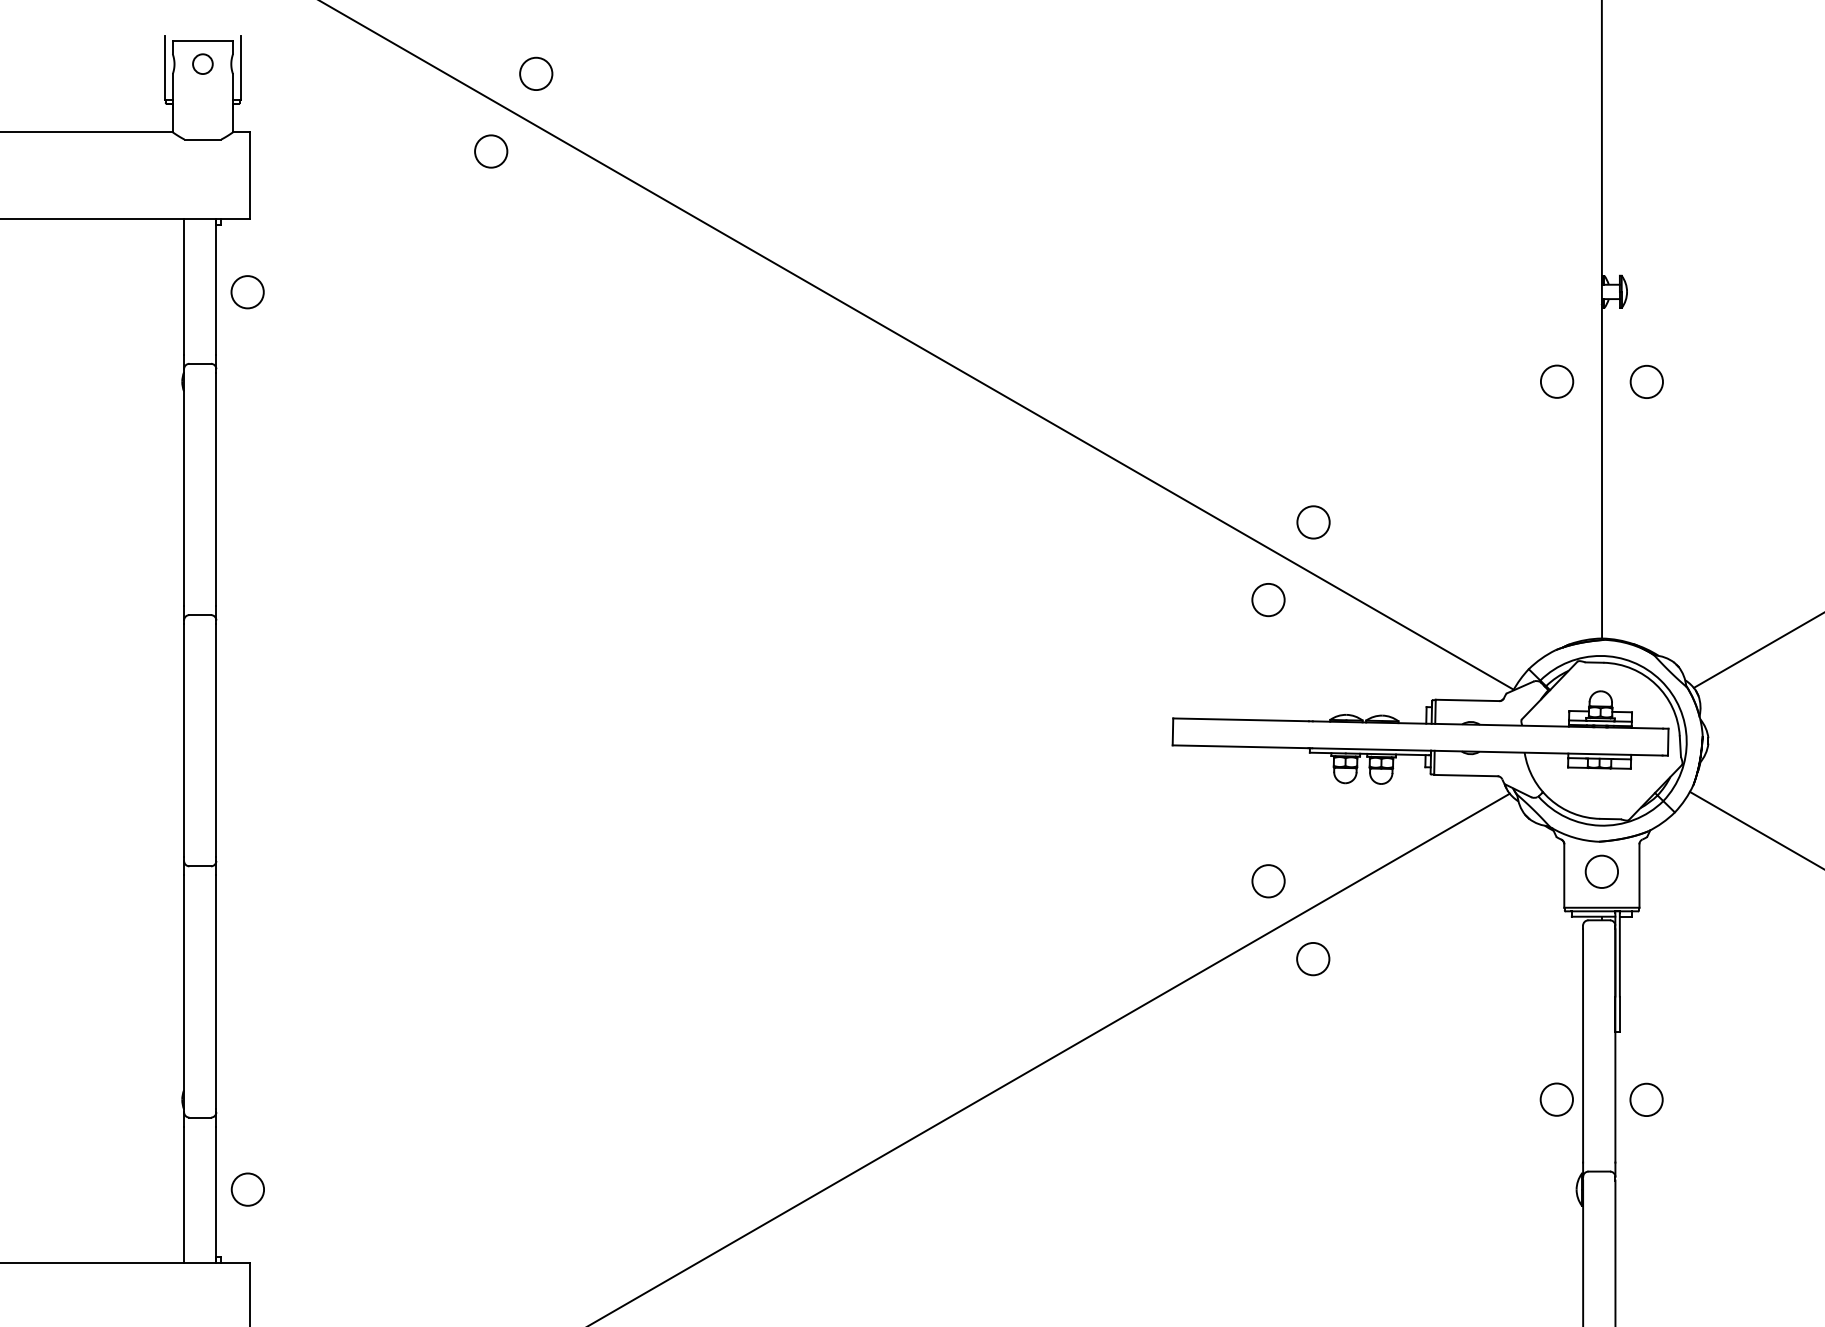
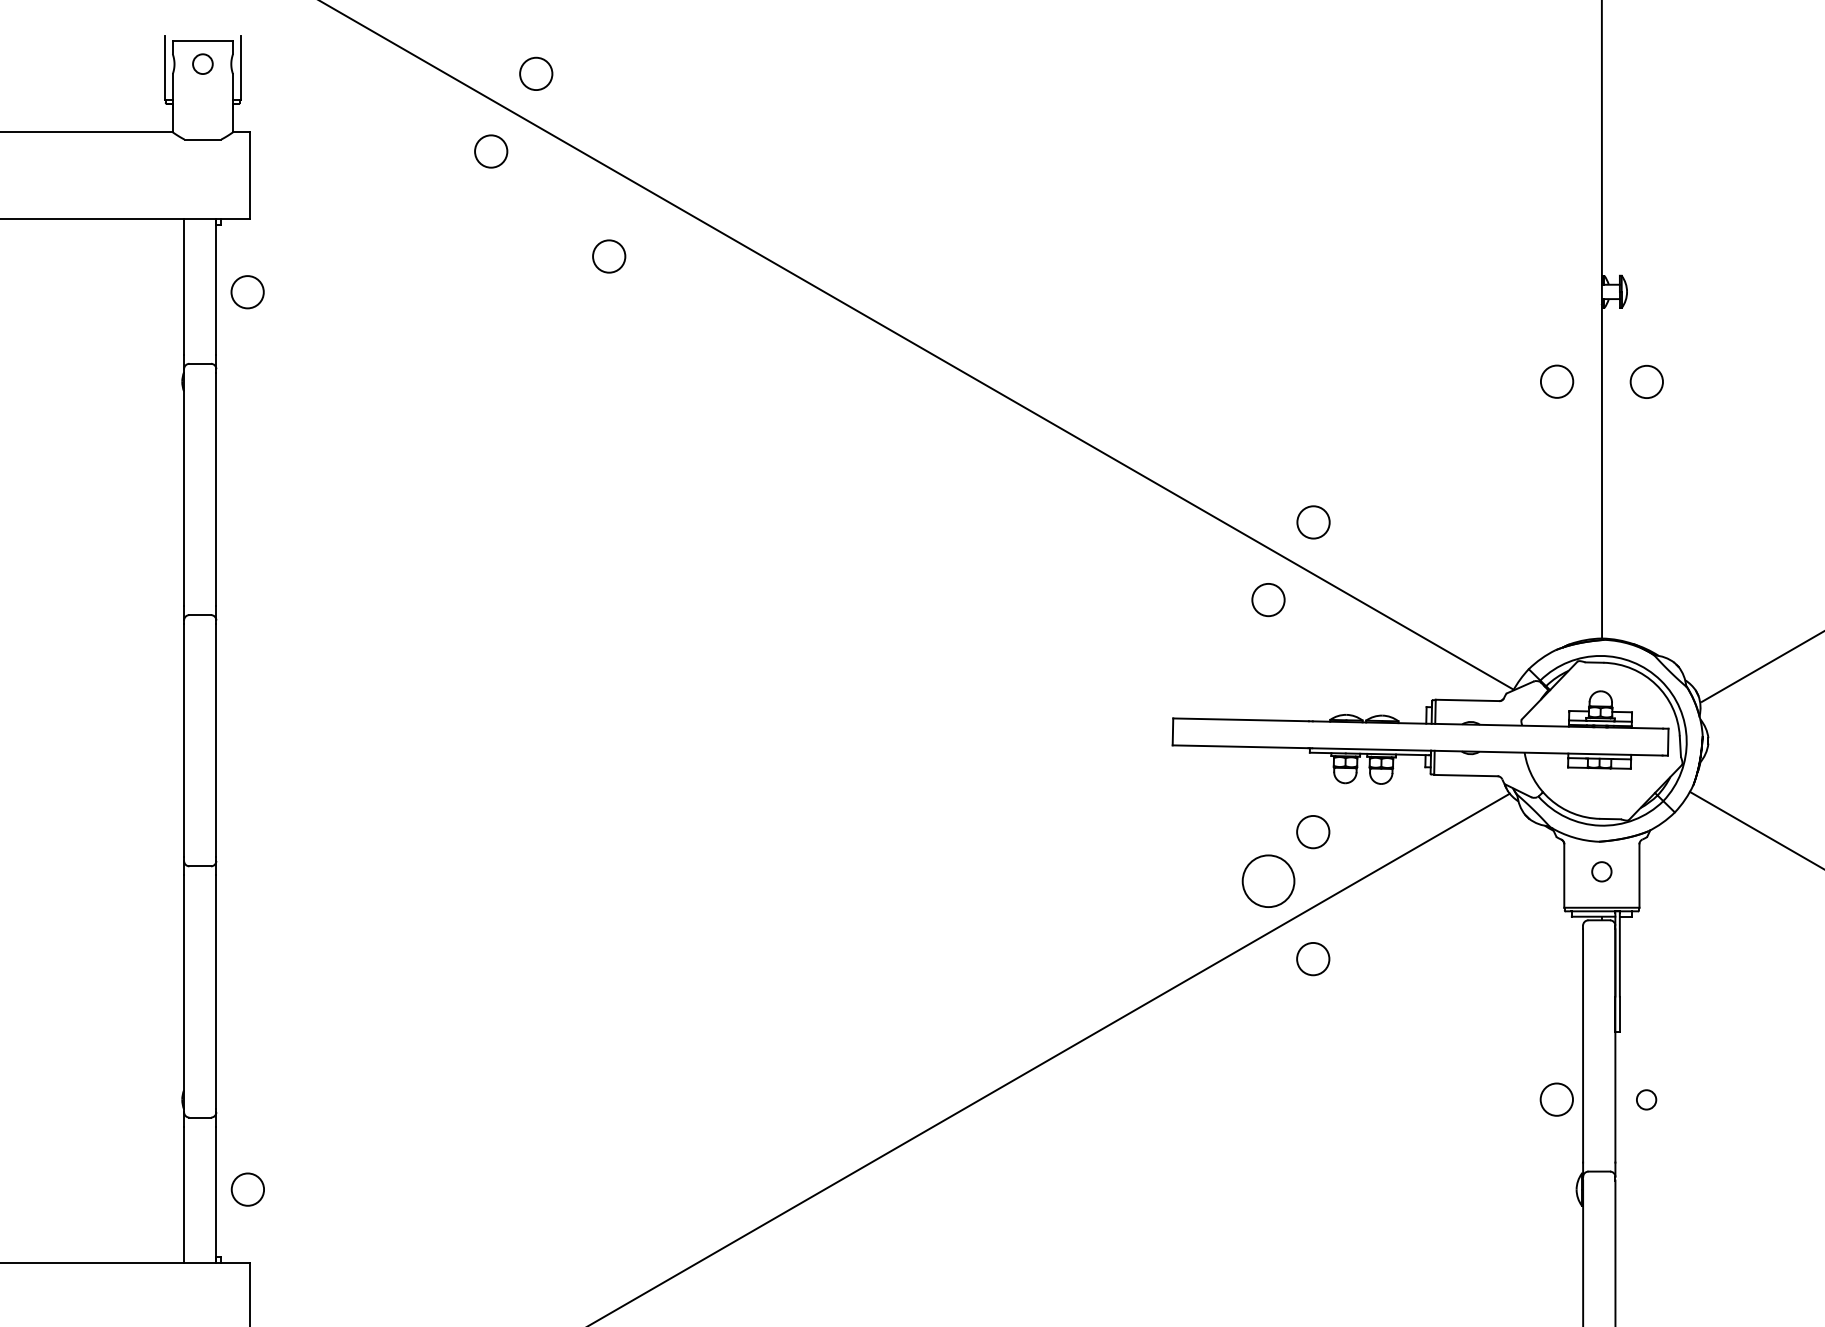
circle at (609, 256): none -> present
line at (1757, 650) position: (1757, 650) -> (1761, 666)
circle at (1313, 832): none -> present
circle at (1601, 871) diameter: 32 px -> 19 px
circle at (1268, 881) diameter: 32 px -> 52 px
circle at (1646, 1099) diameter: 32 px -> 19 px
